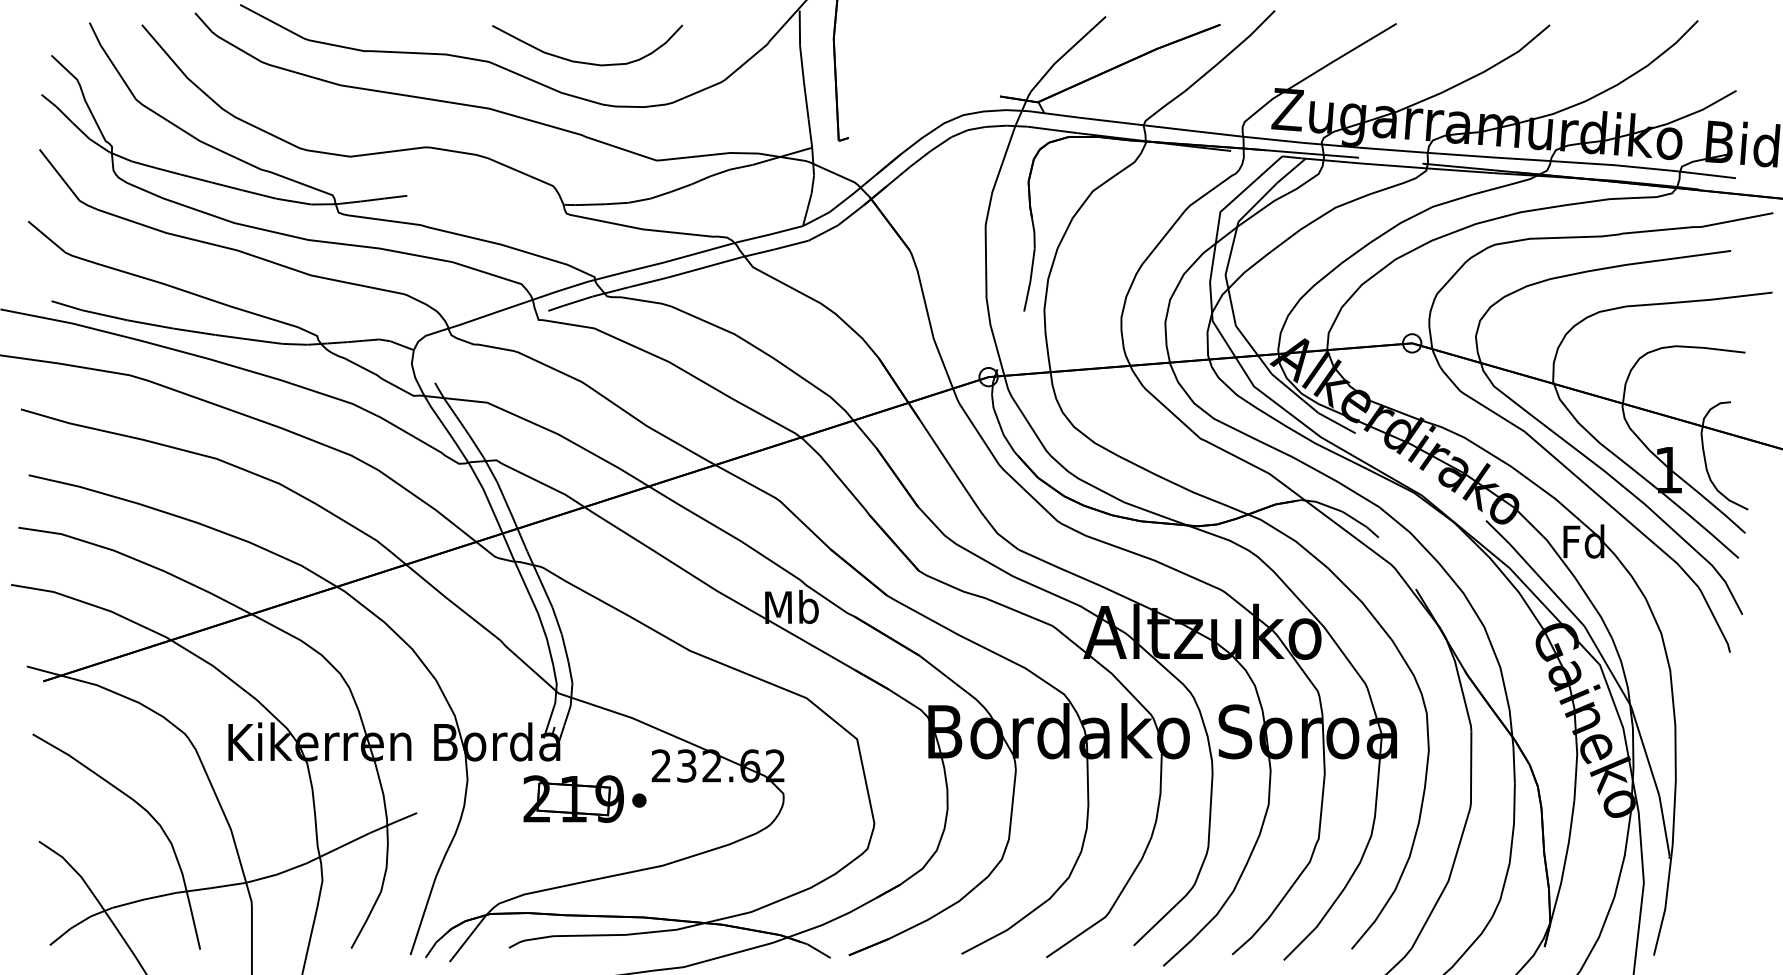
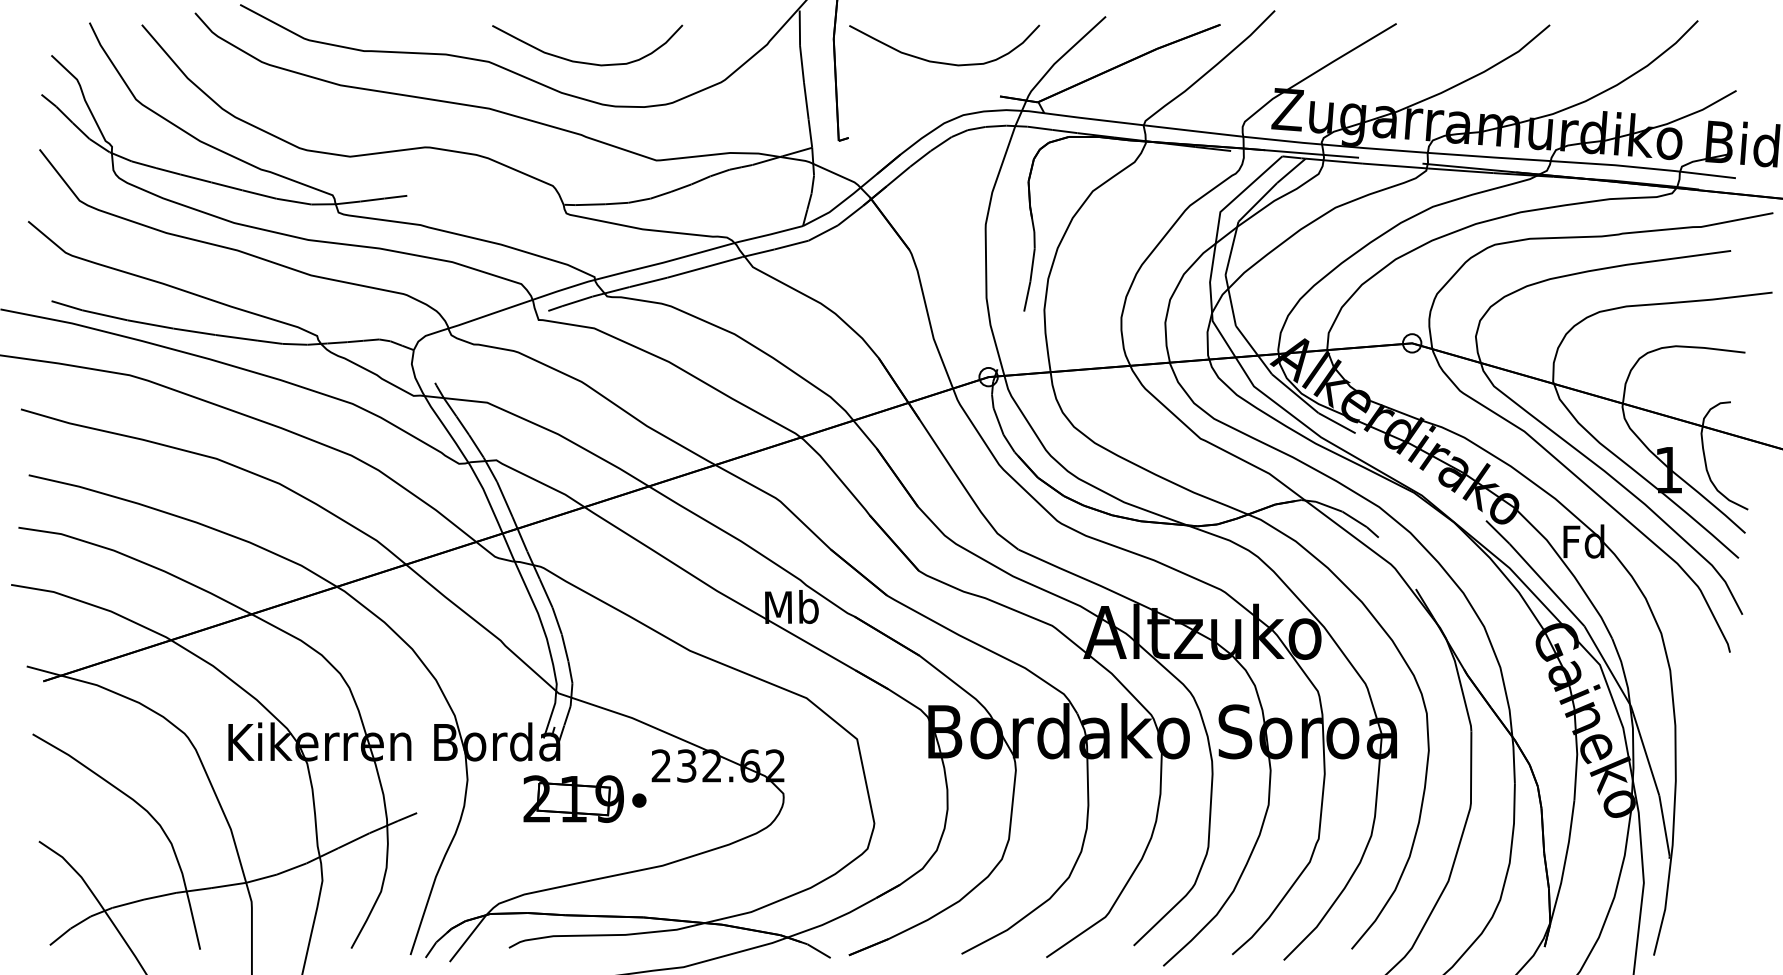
curve at (939, 61): none -> present
